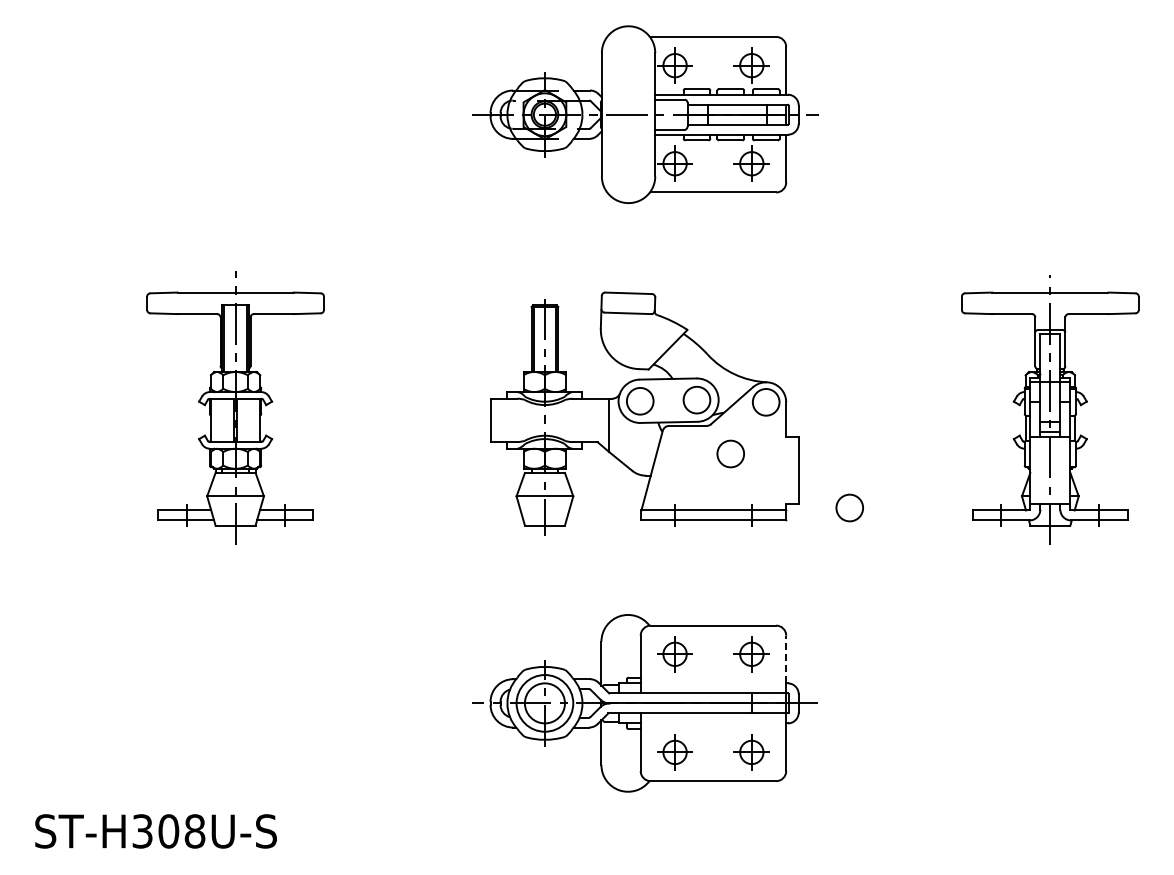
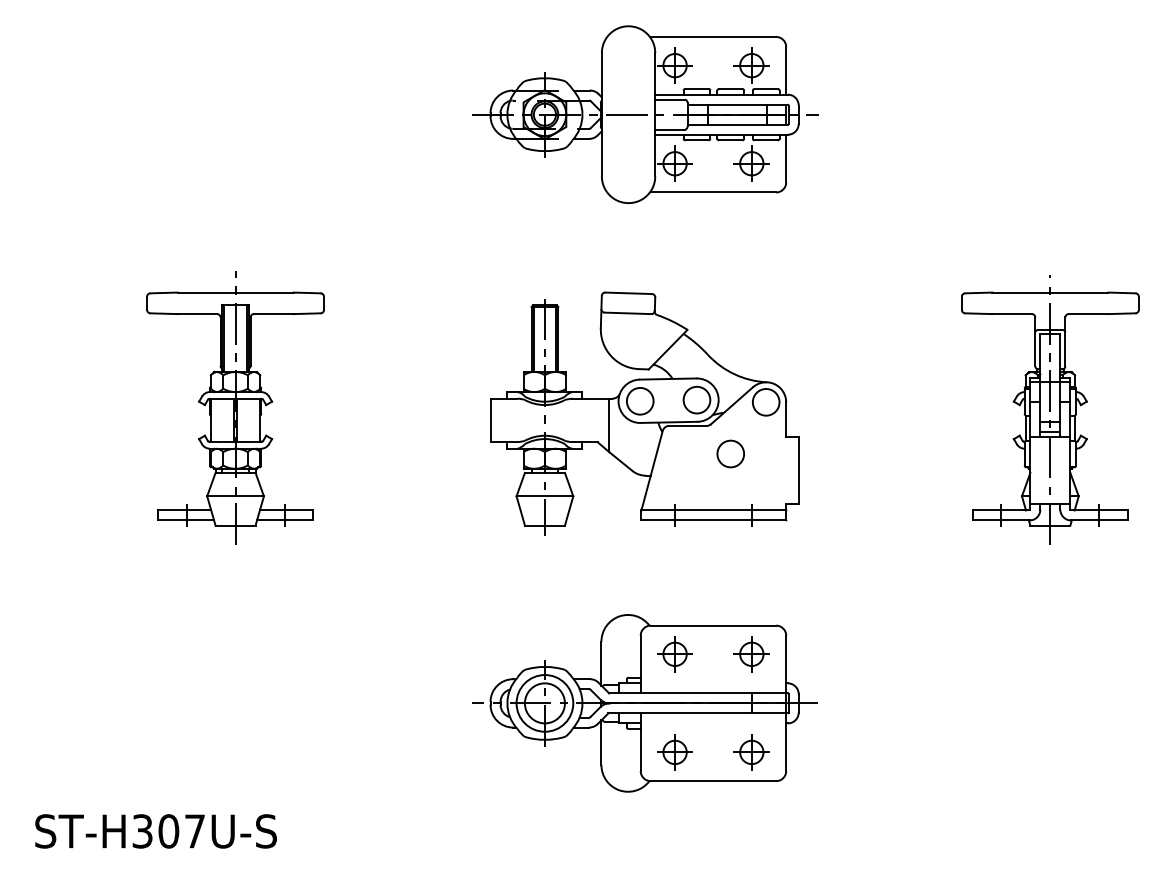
circle at (849, 507): present -> none
line at (786, 658): dashed -> solid
text at (194, 831): ST-H308U-S -> ST-H307U-S
